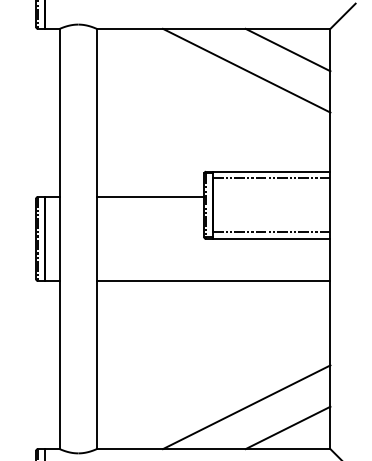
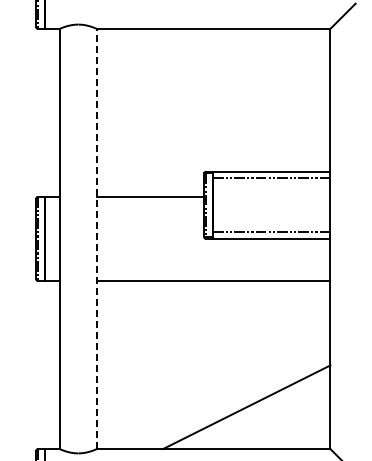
line at (287, 49): present -> none
line at (246, 70): present -> none
line at (96, 238): solid -> dashed
line at (287, 427): present -> none
